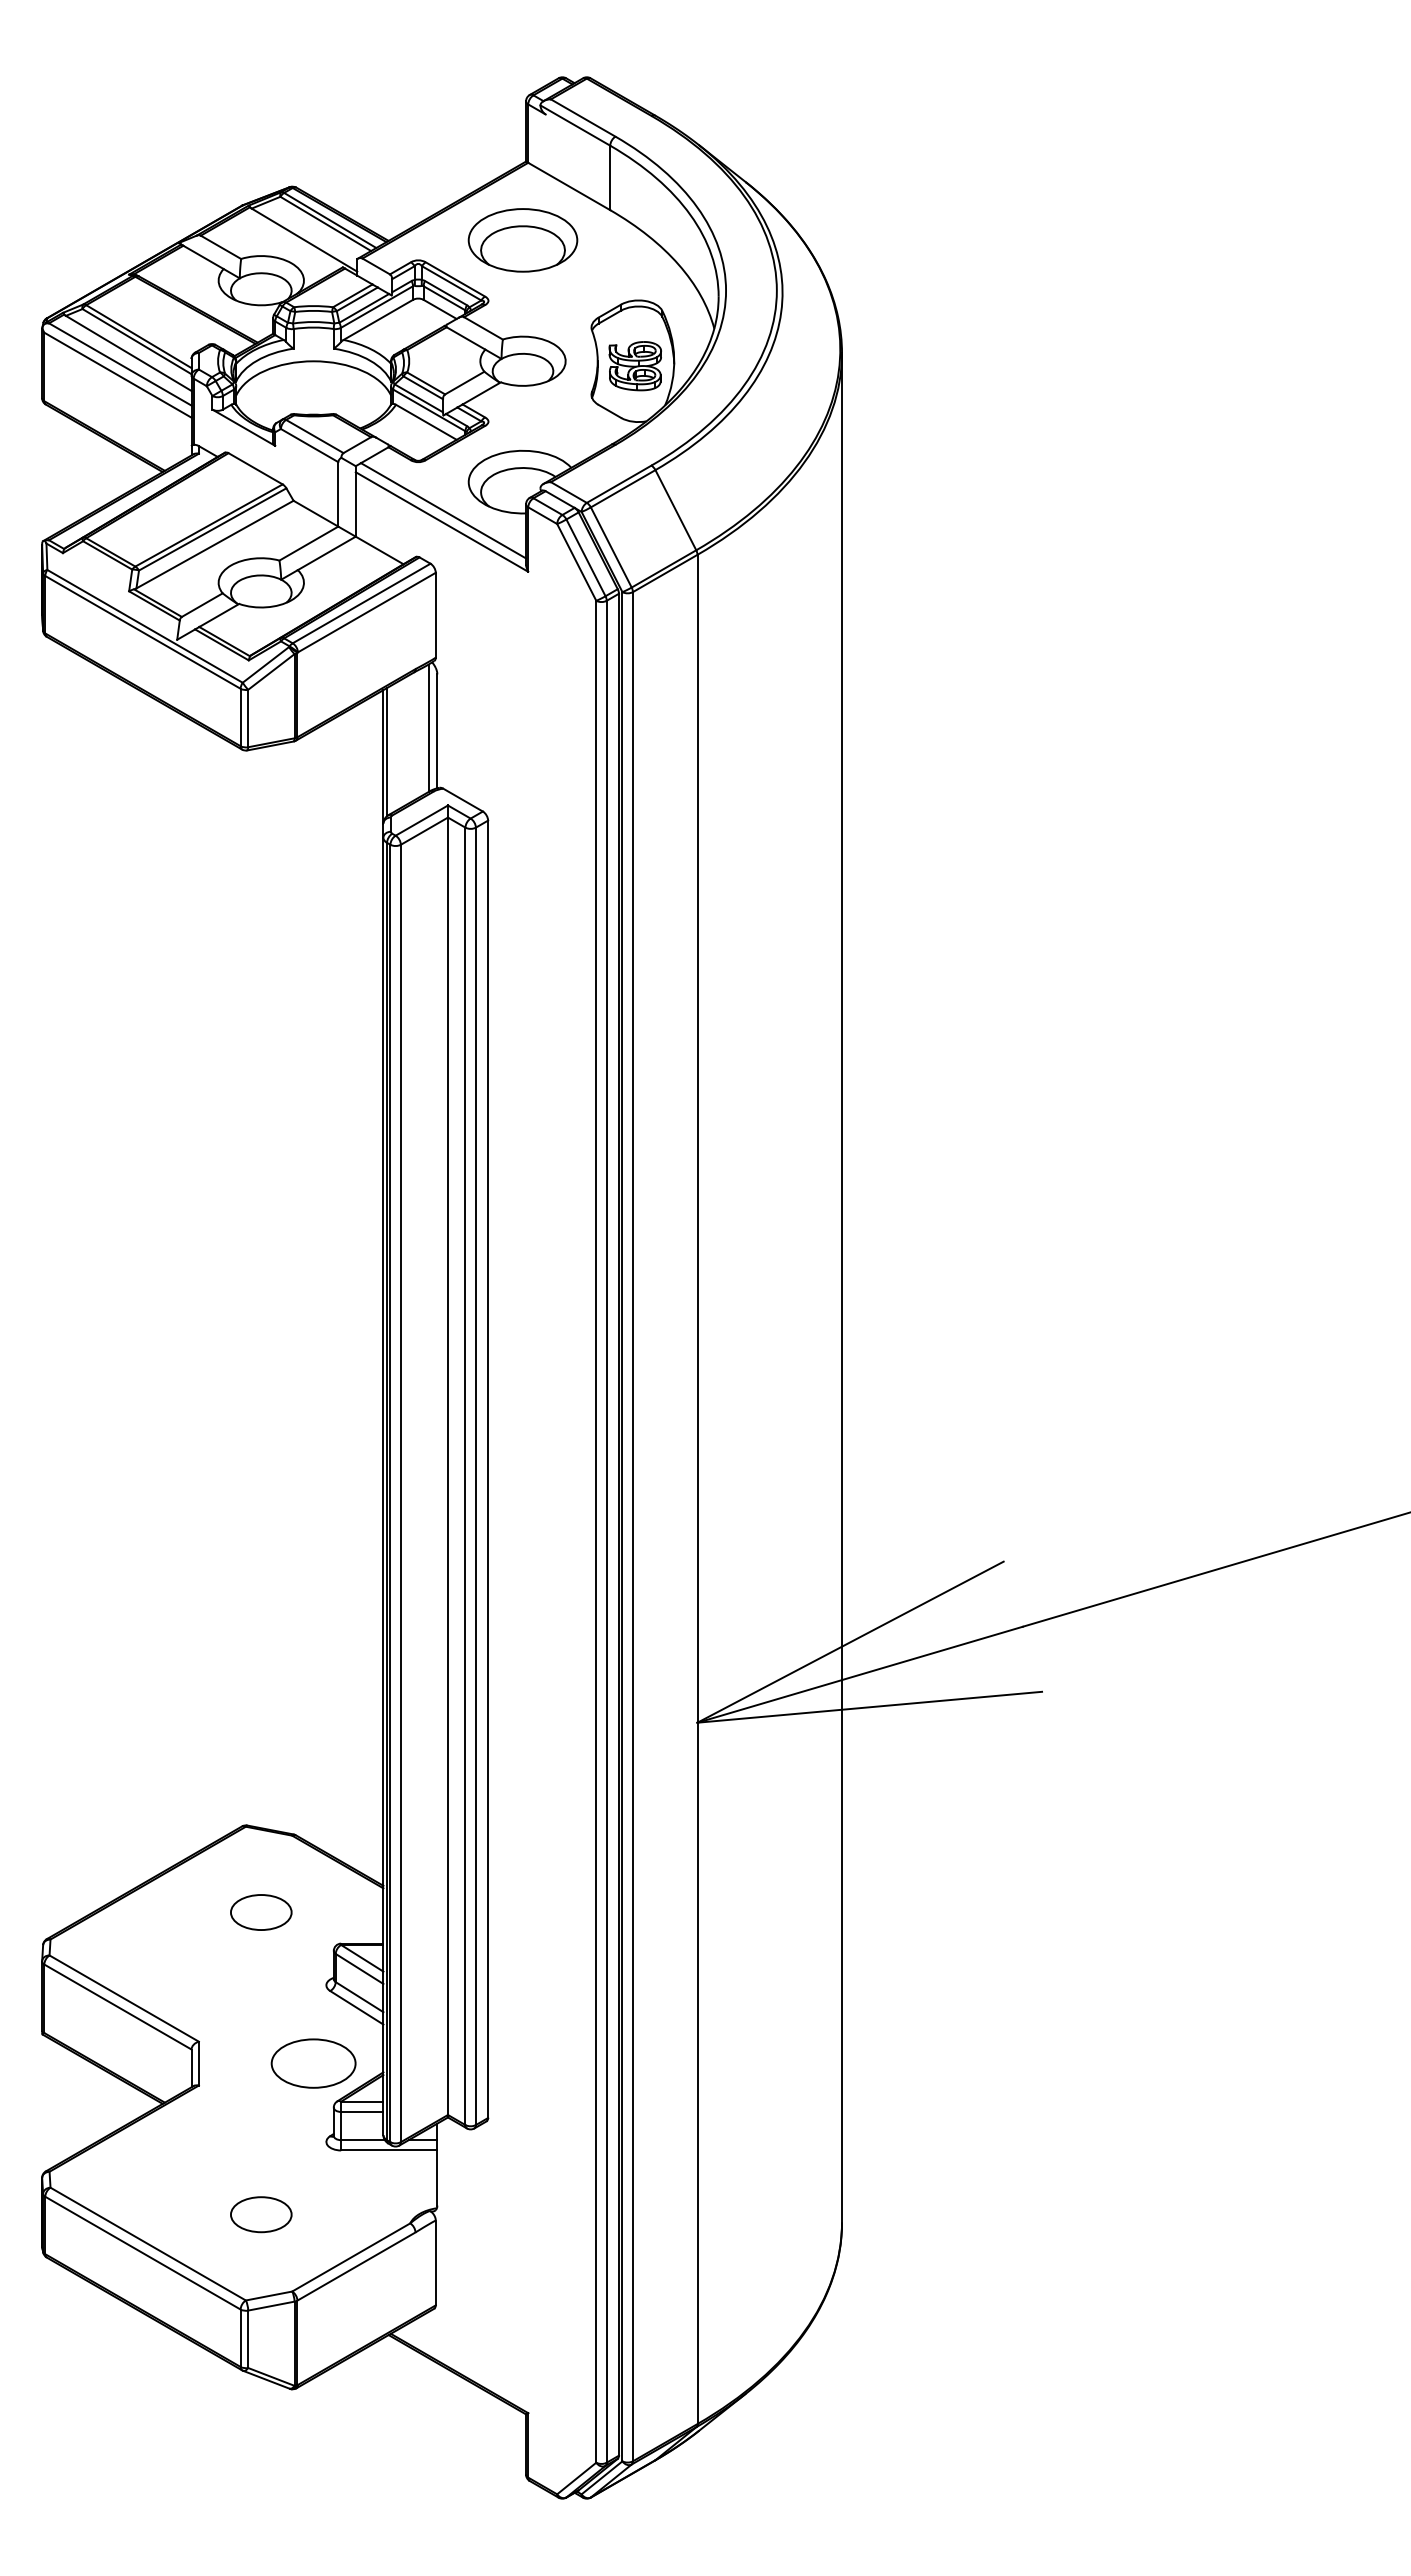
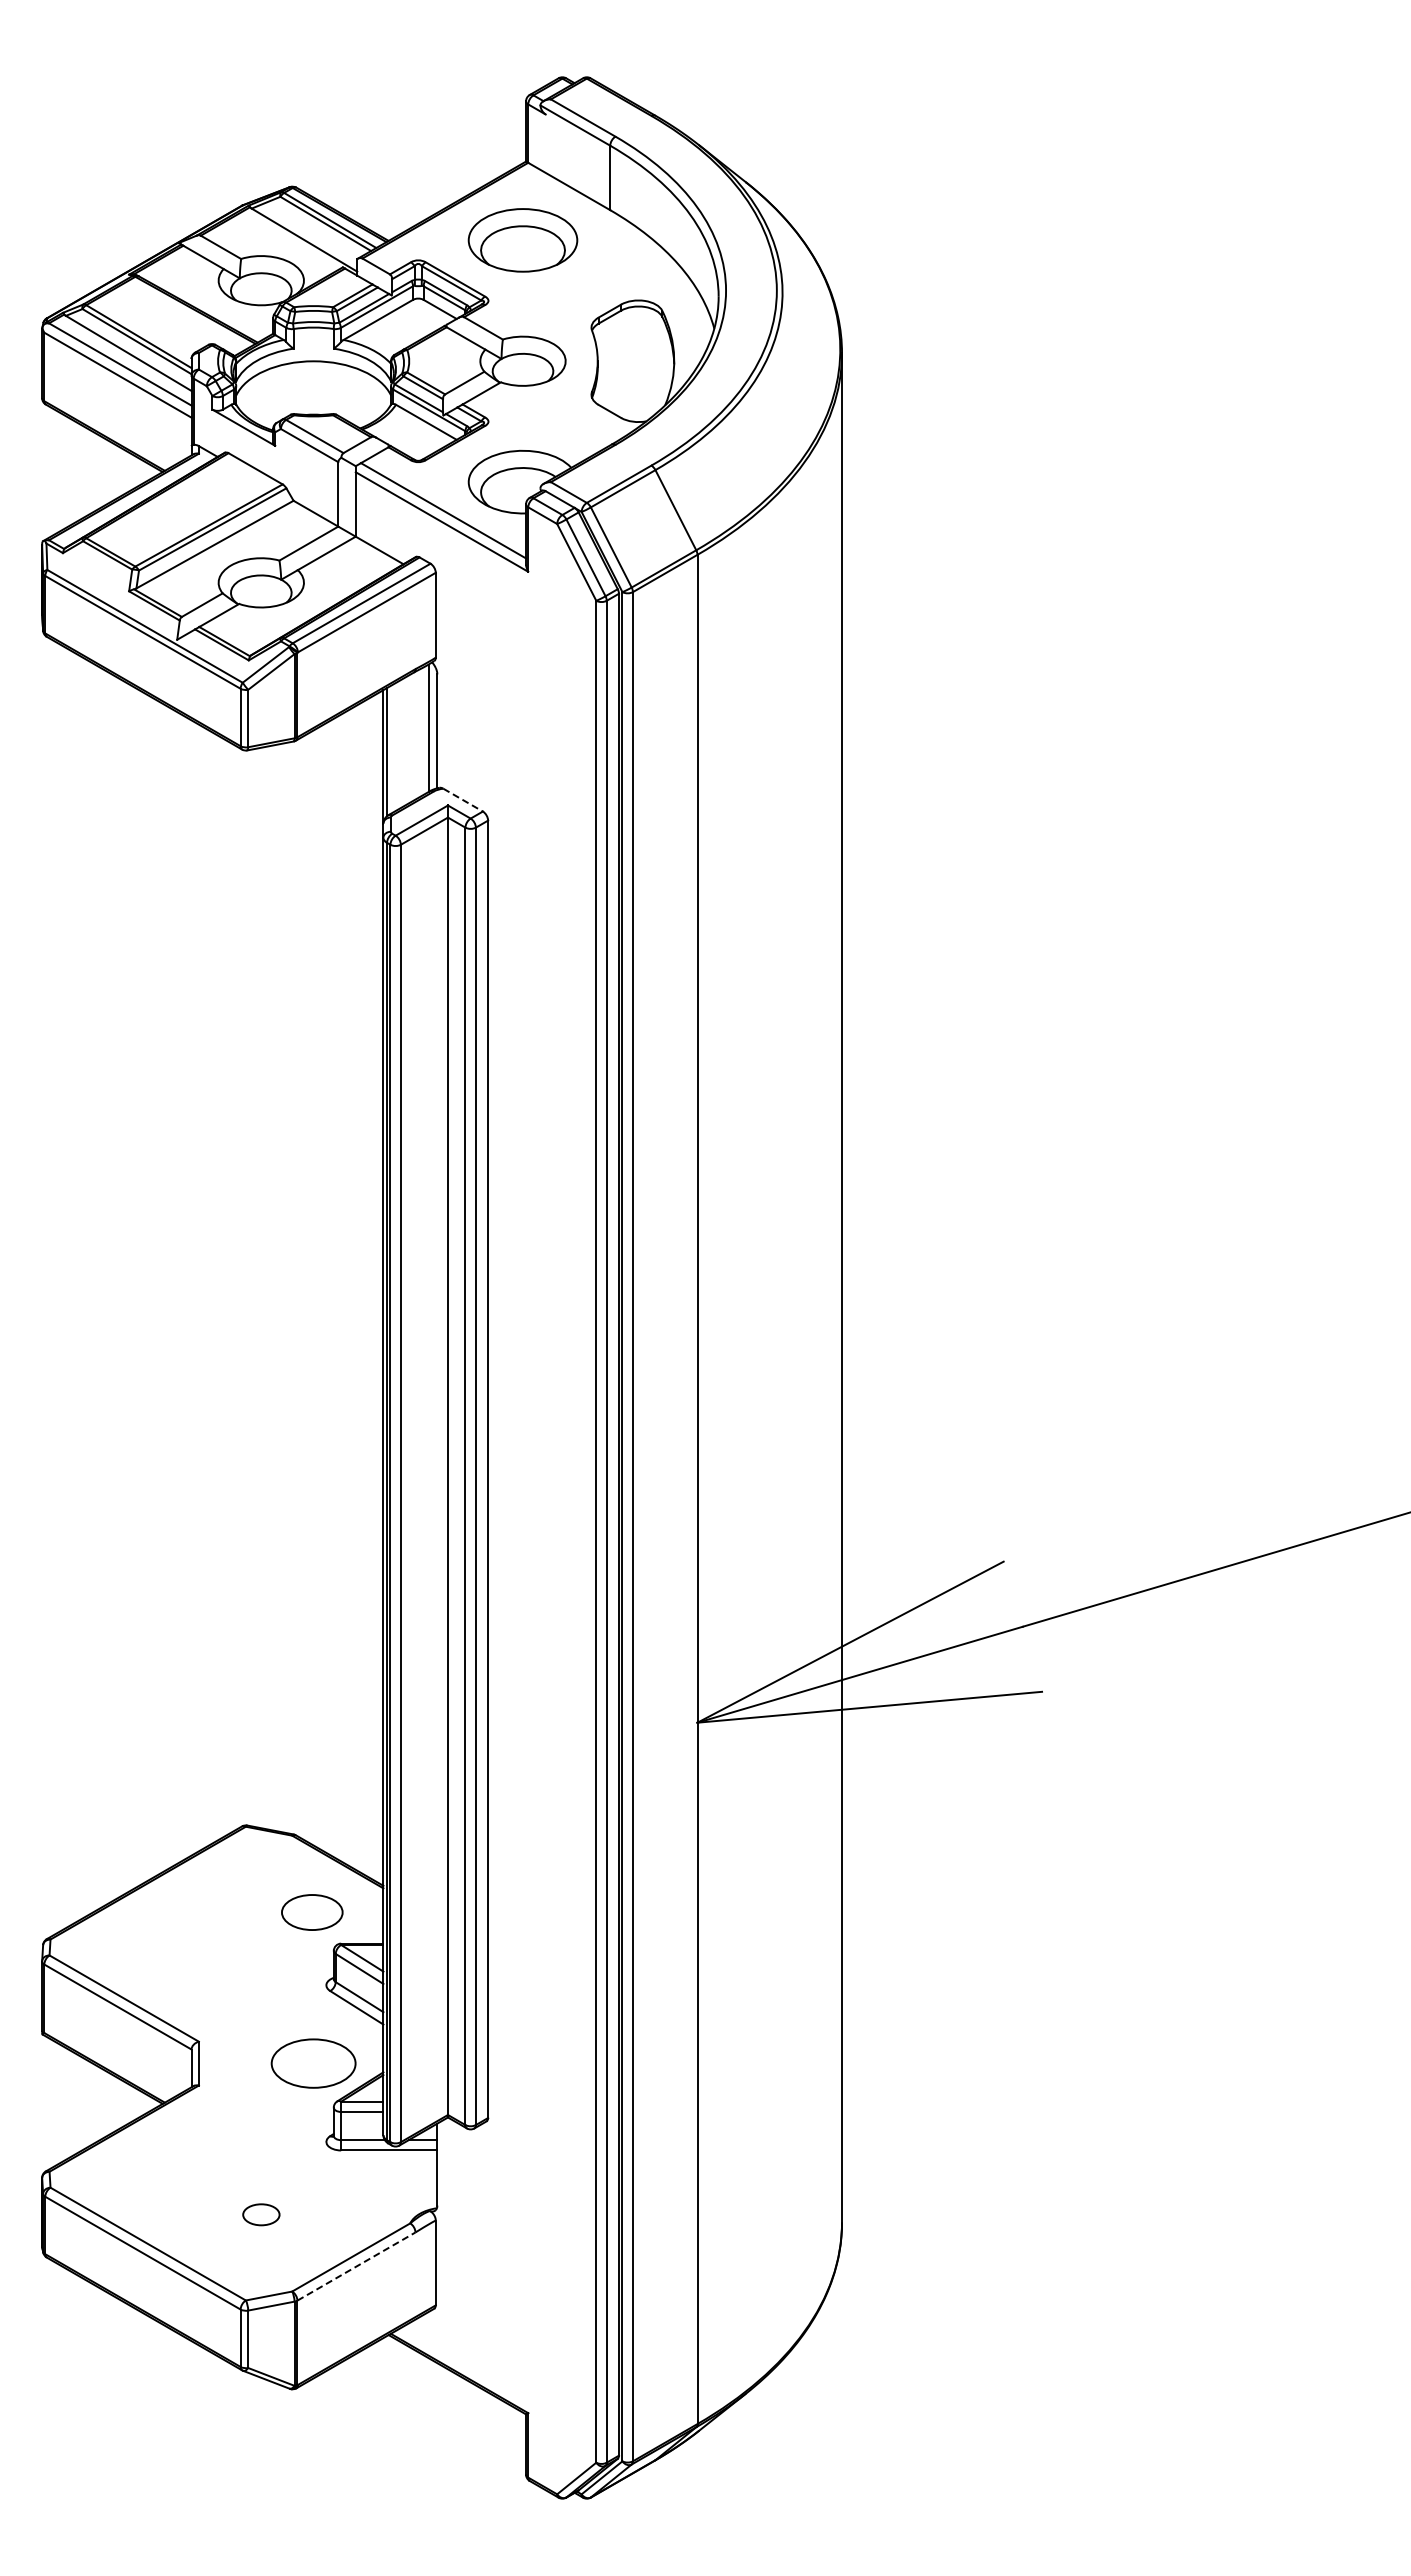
part at (634, 366): present -> none
line at (463, 800): solid -> dashed
part at (261, 1912) position: (261, 1912) -> (312, 1912)
part at (261, 2214) size: 63x38 px -> 39x24 px
line at (356, 2266): solid -> dashed
